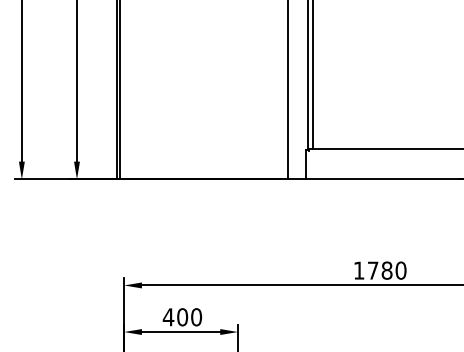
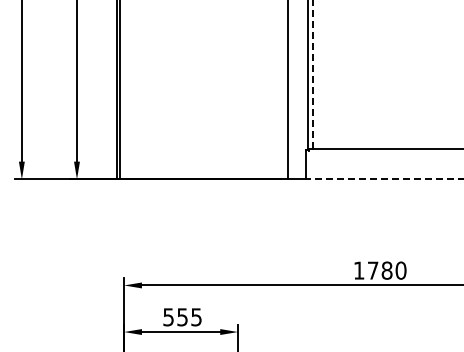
line at (313, 74): solid -> dashed
line at (384, 179): solid -> dashed
text at (182, 317): 400 -> 555
